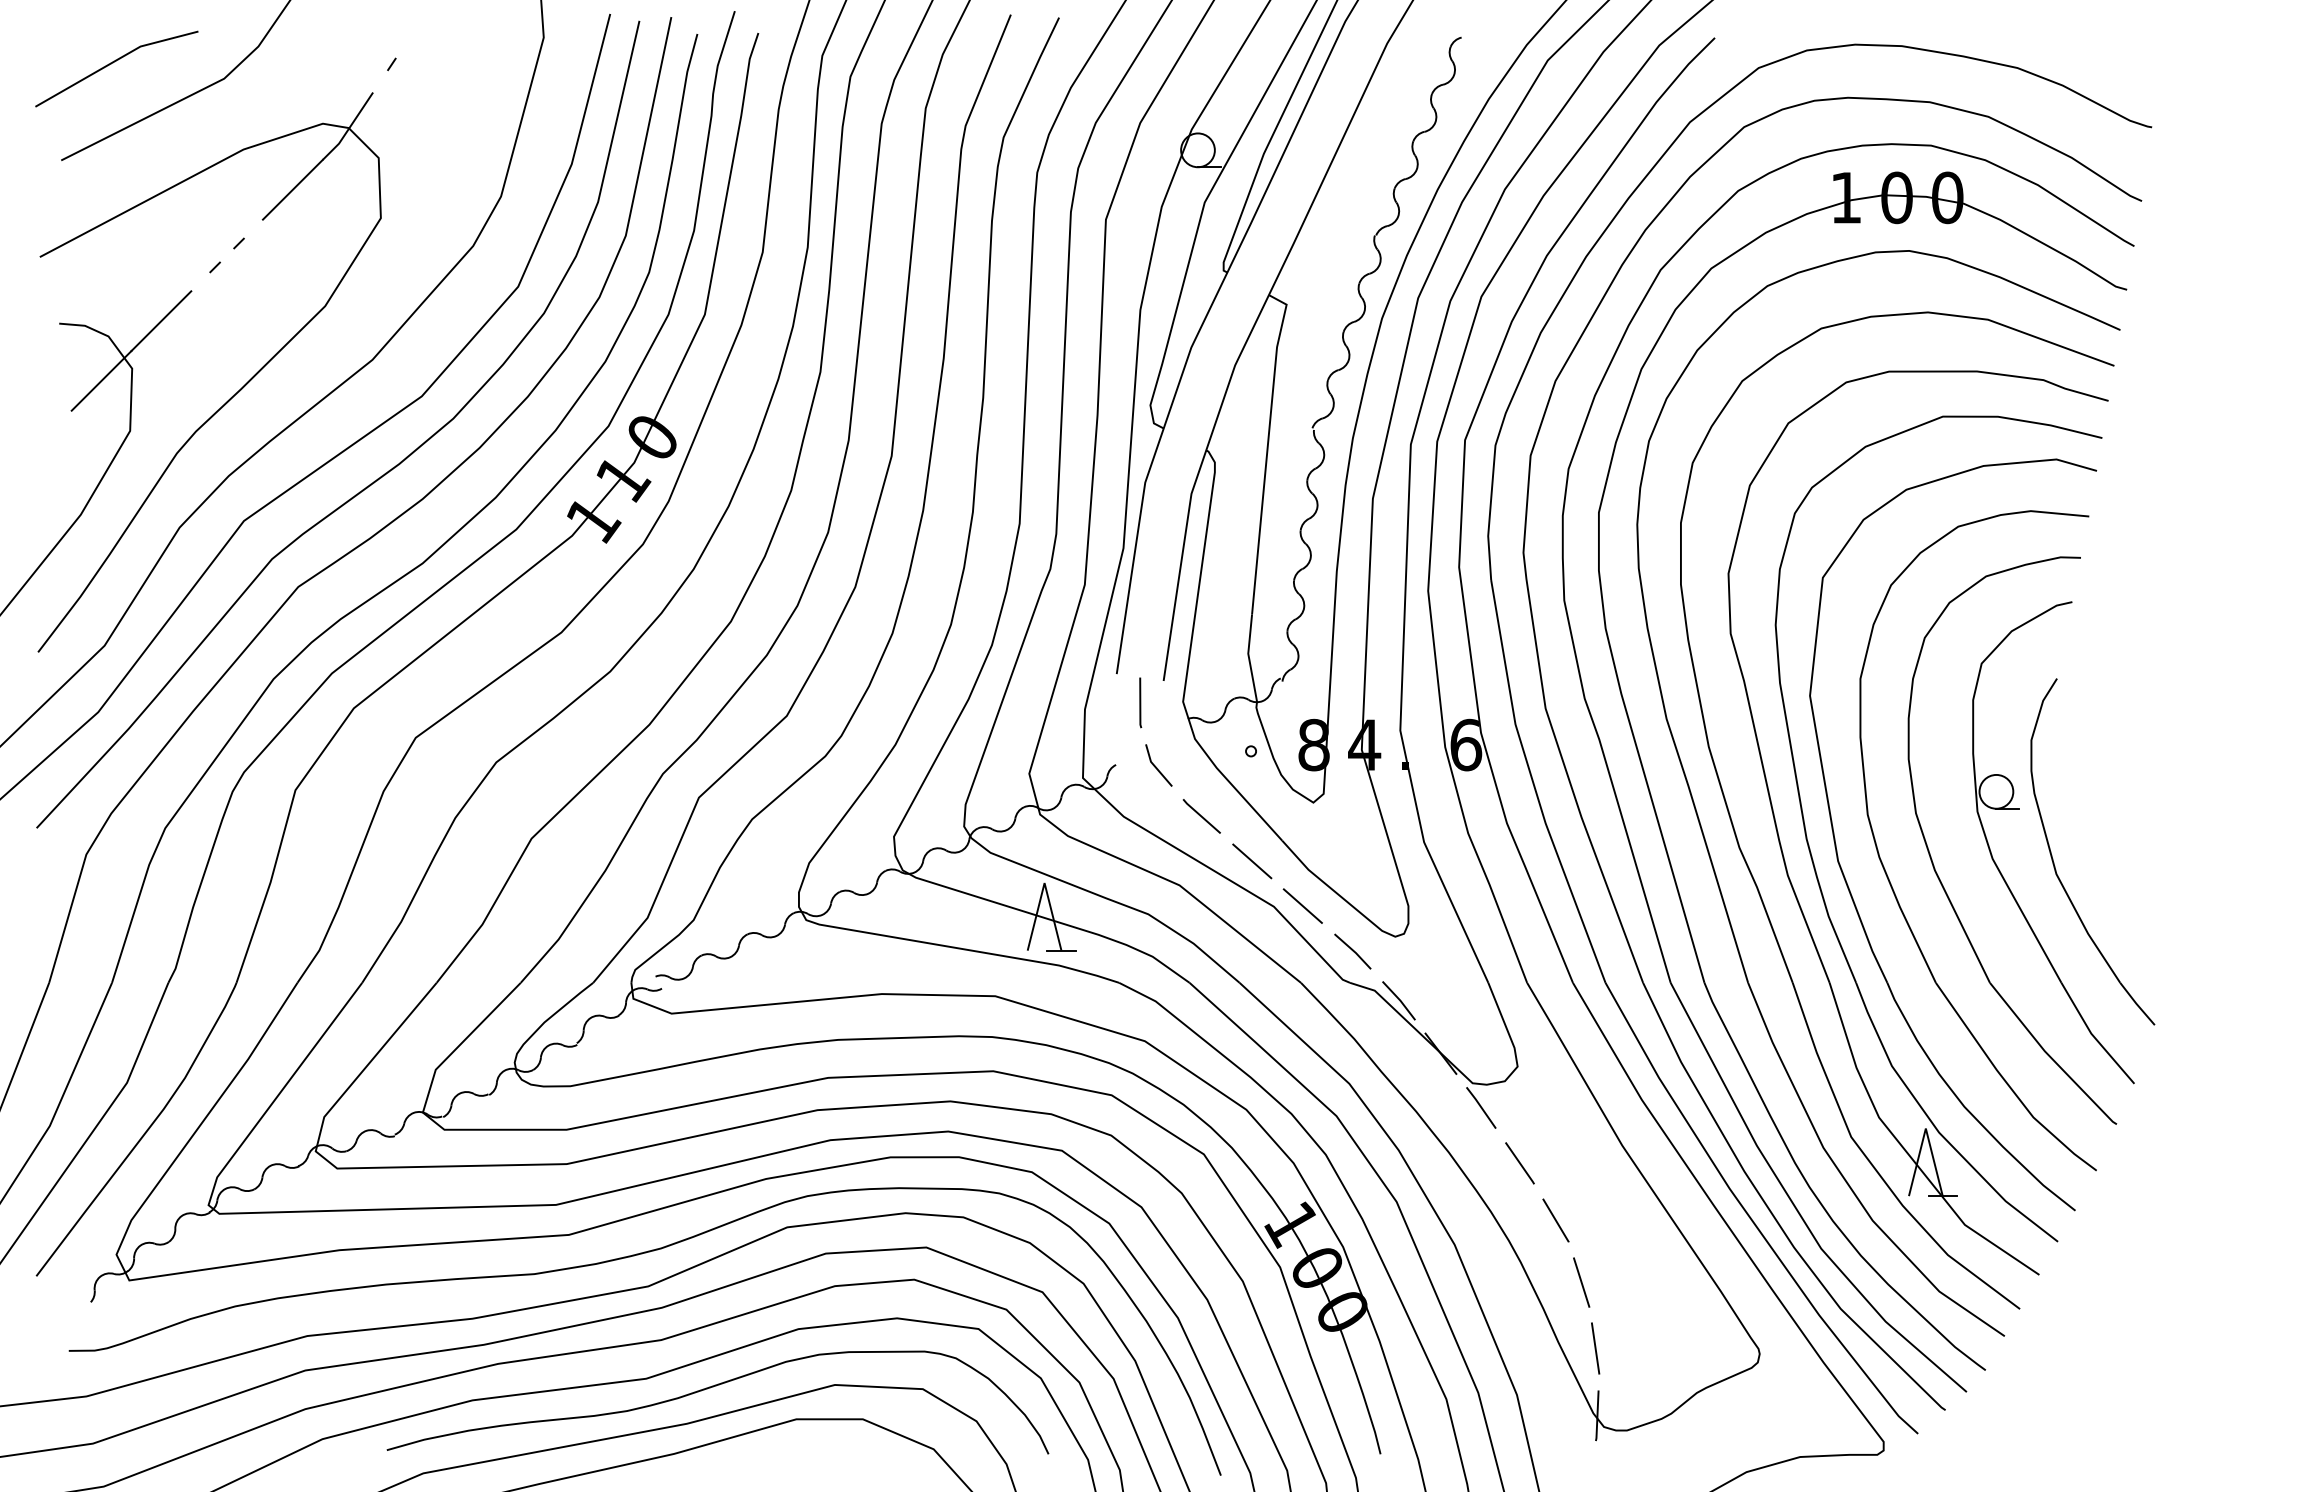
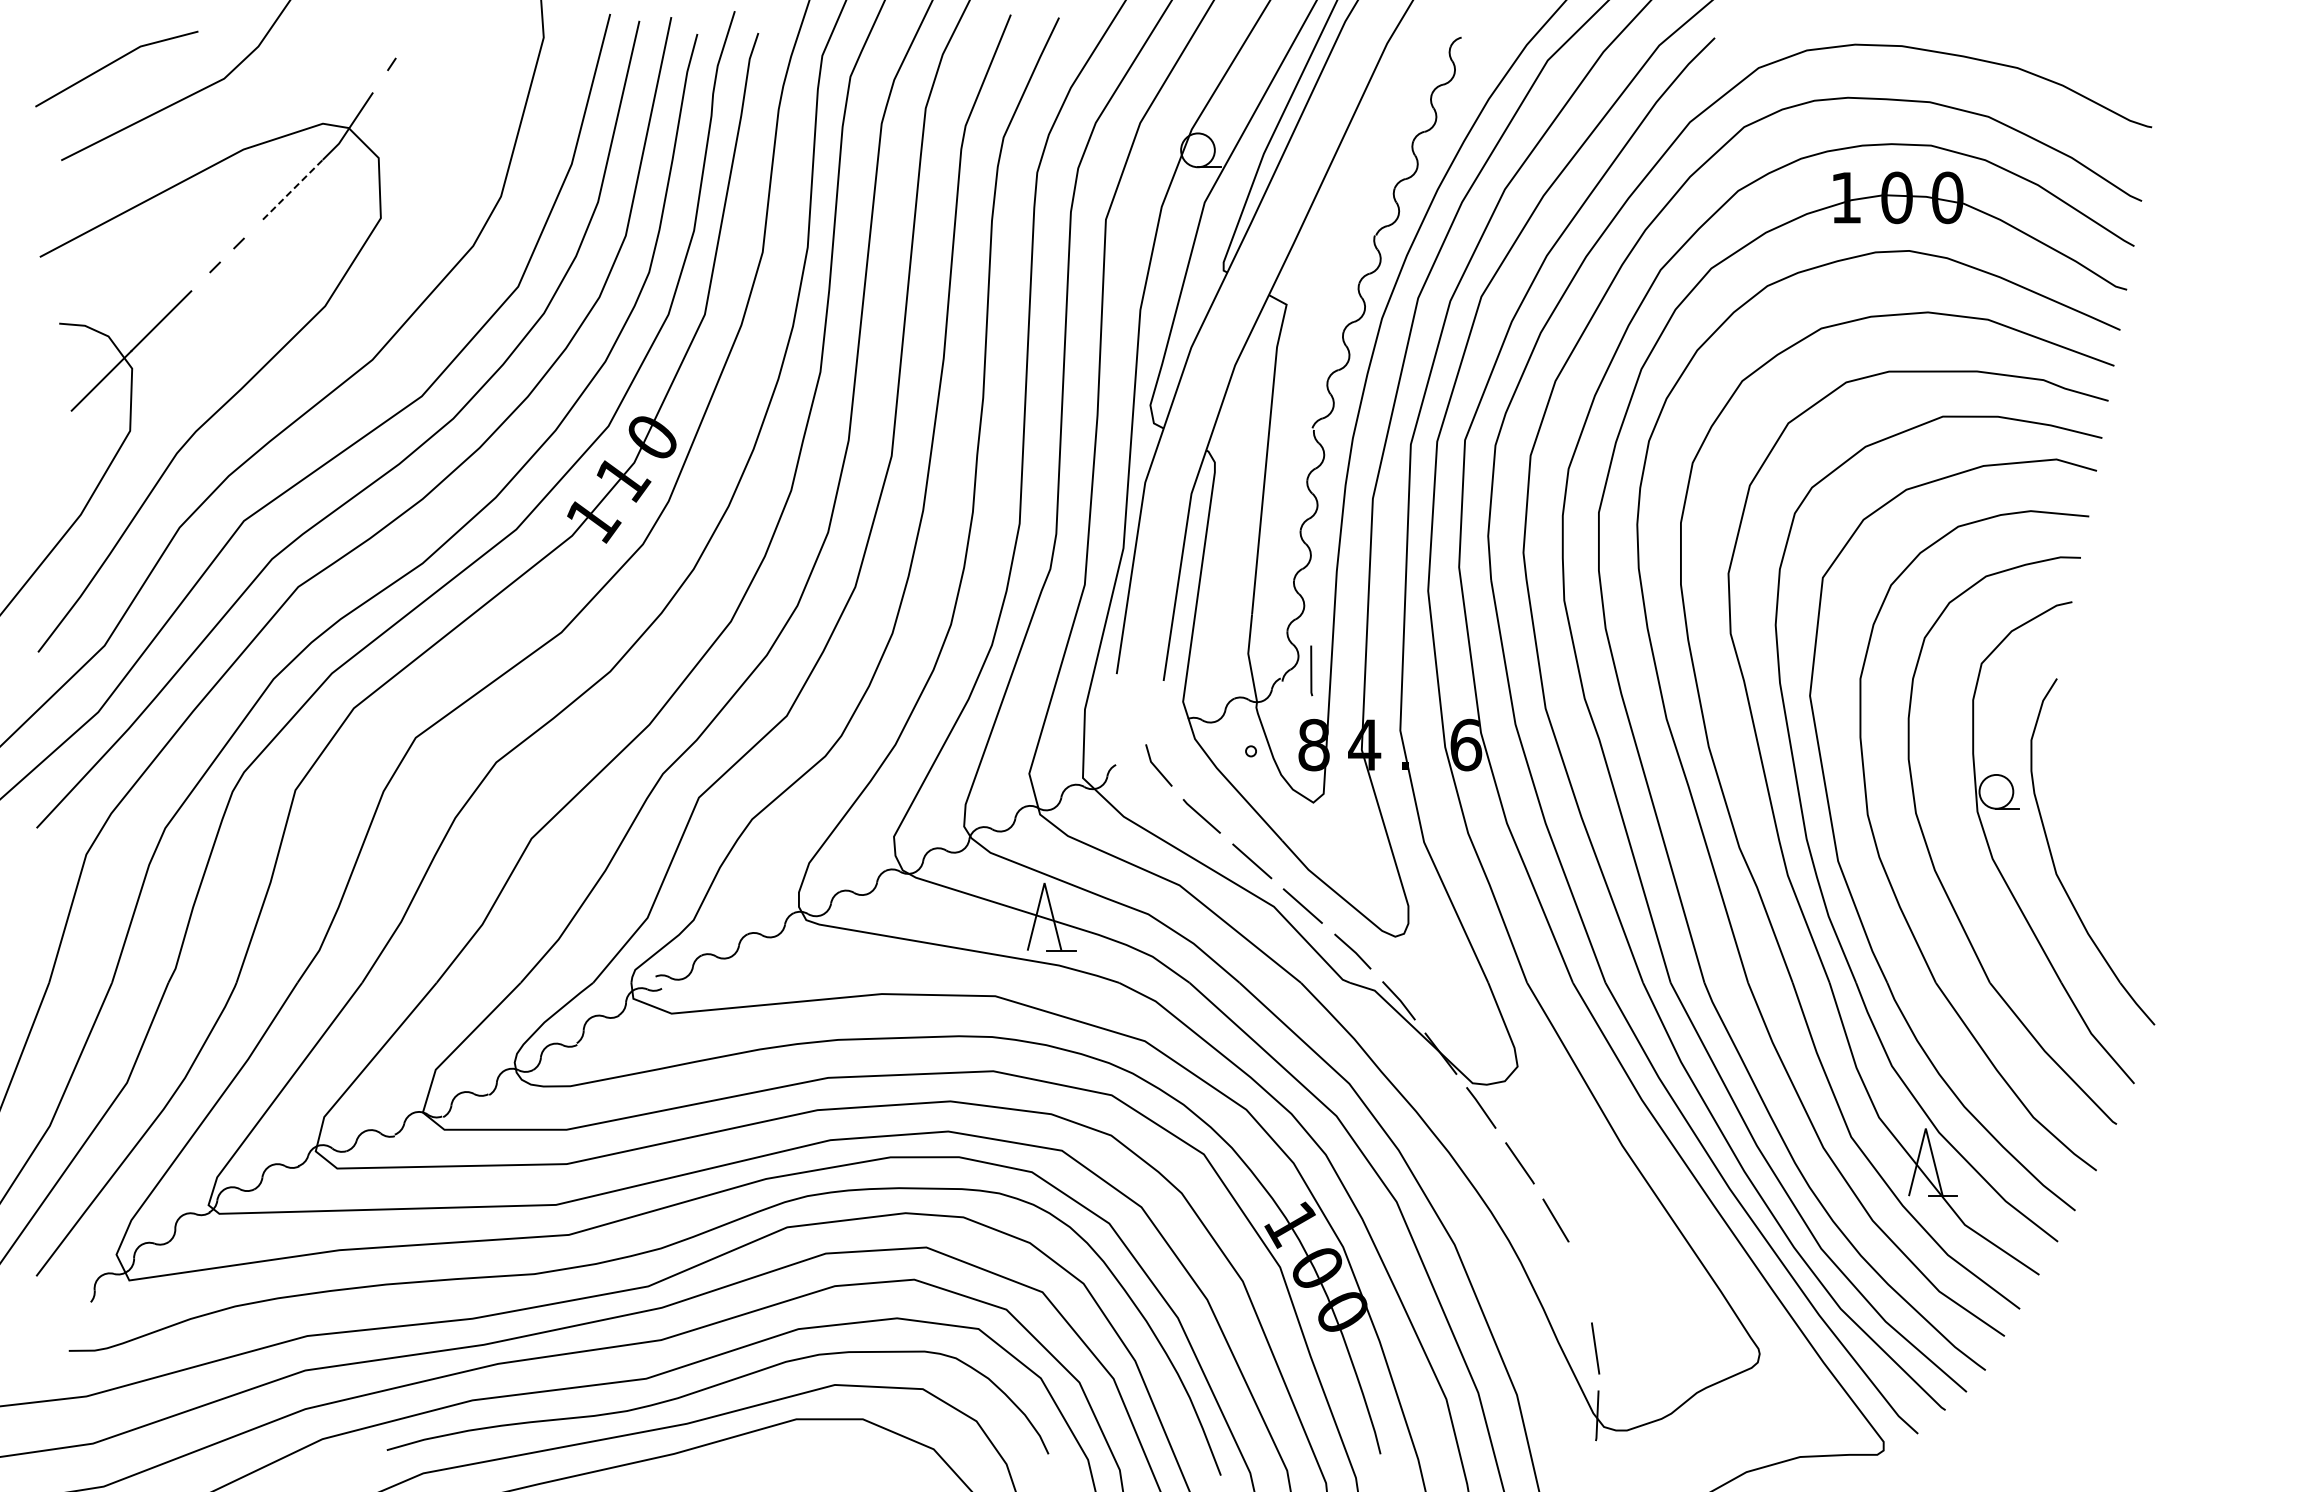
line at (293, 189): solid -> dashed
line at (1140, 702) position: (1140, 702) -> (1311, 670)
line at (1581, 1282): present -> none
